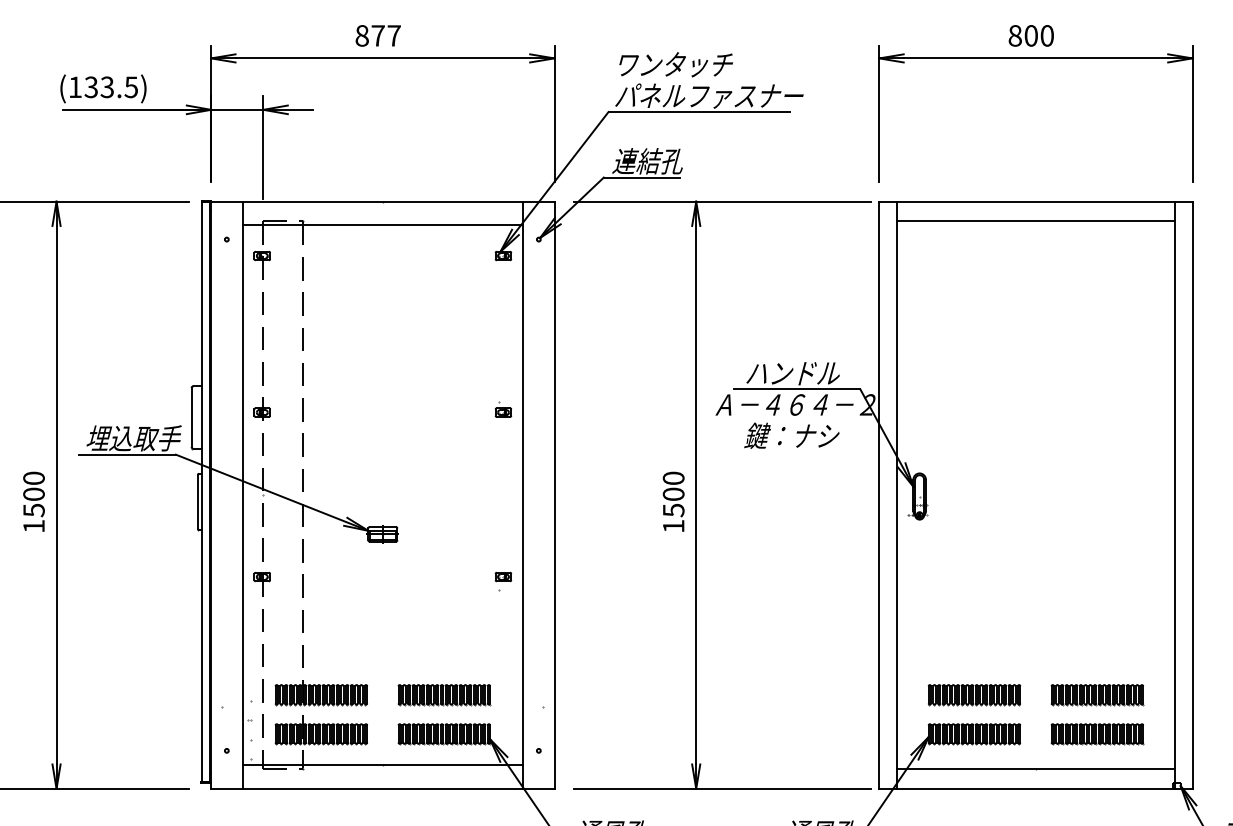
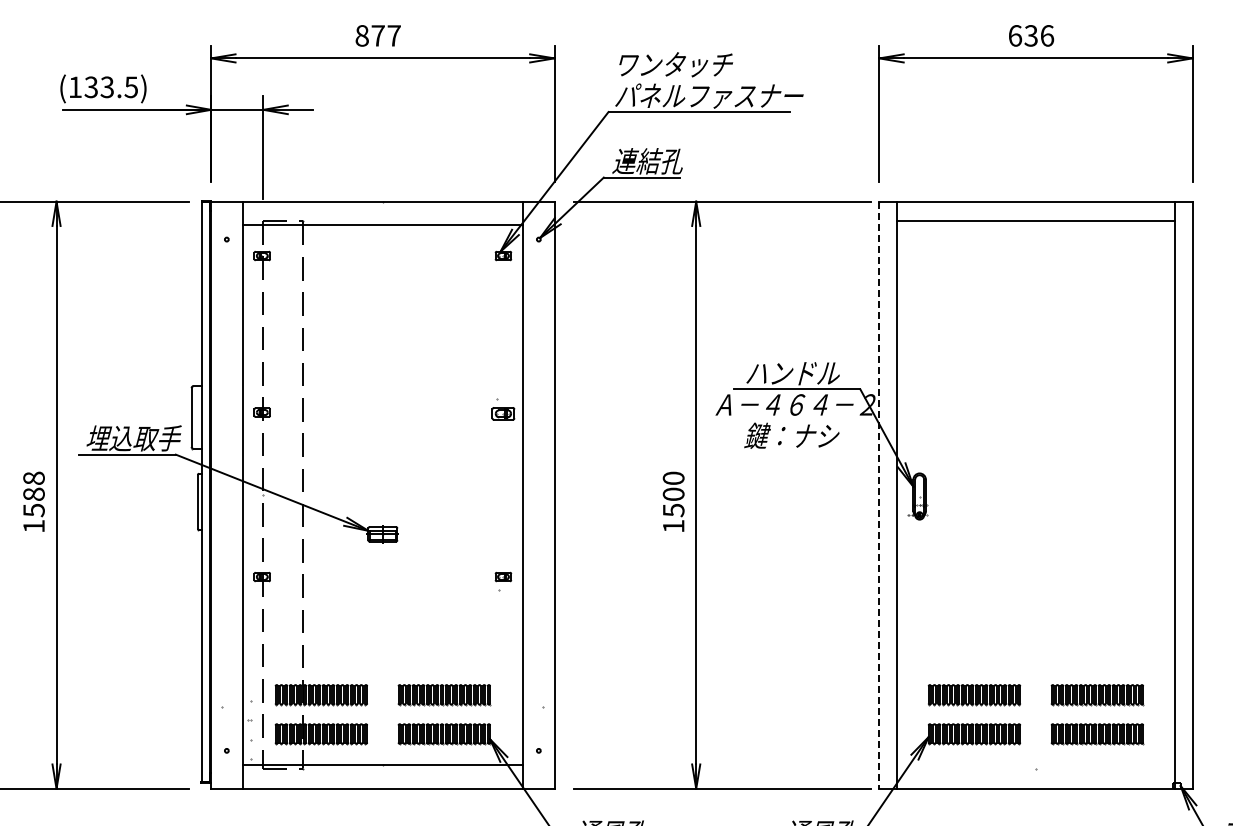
text at (1031, 35): 800 -> 636
part at (503, 409) size: 19x17 px -> 25x23 px
text at (33, 485): 1500 -> 1588
line at (879, 495): solid -> dashed
line at (1035, 769): present -> none
